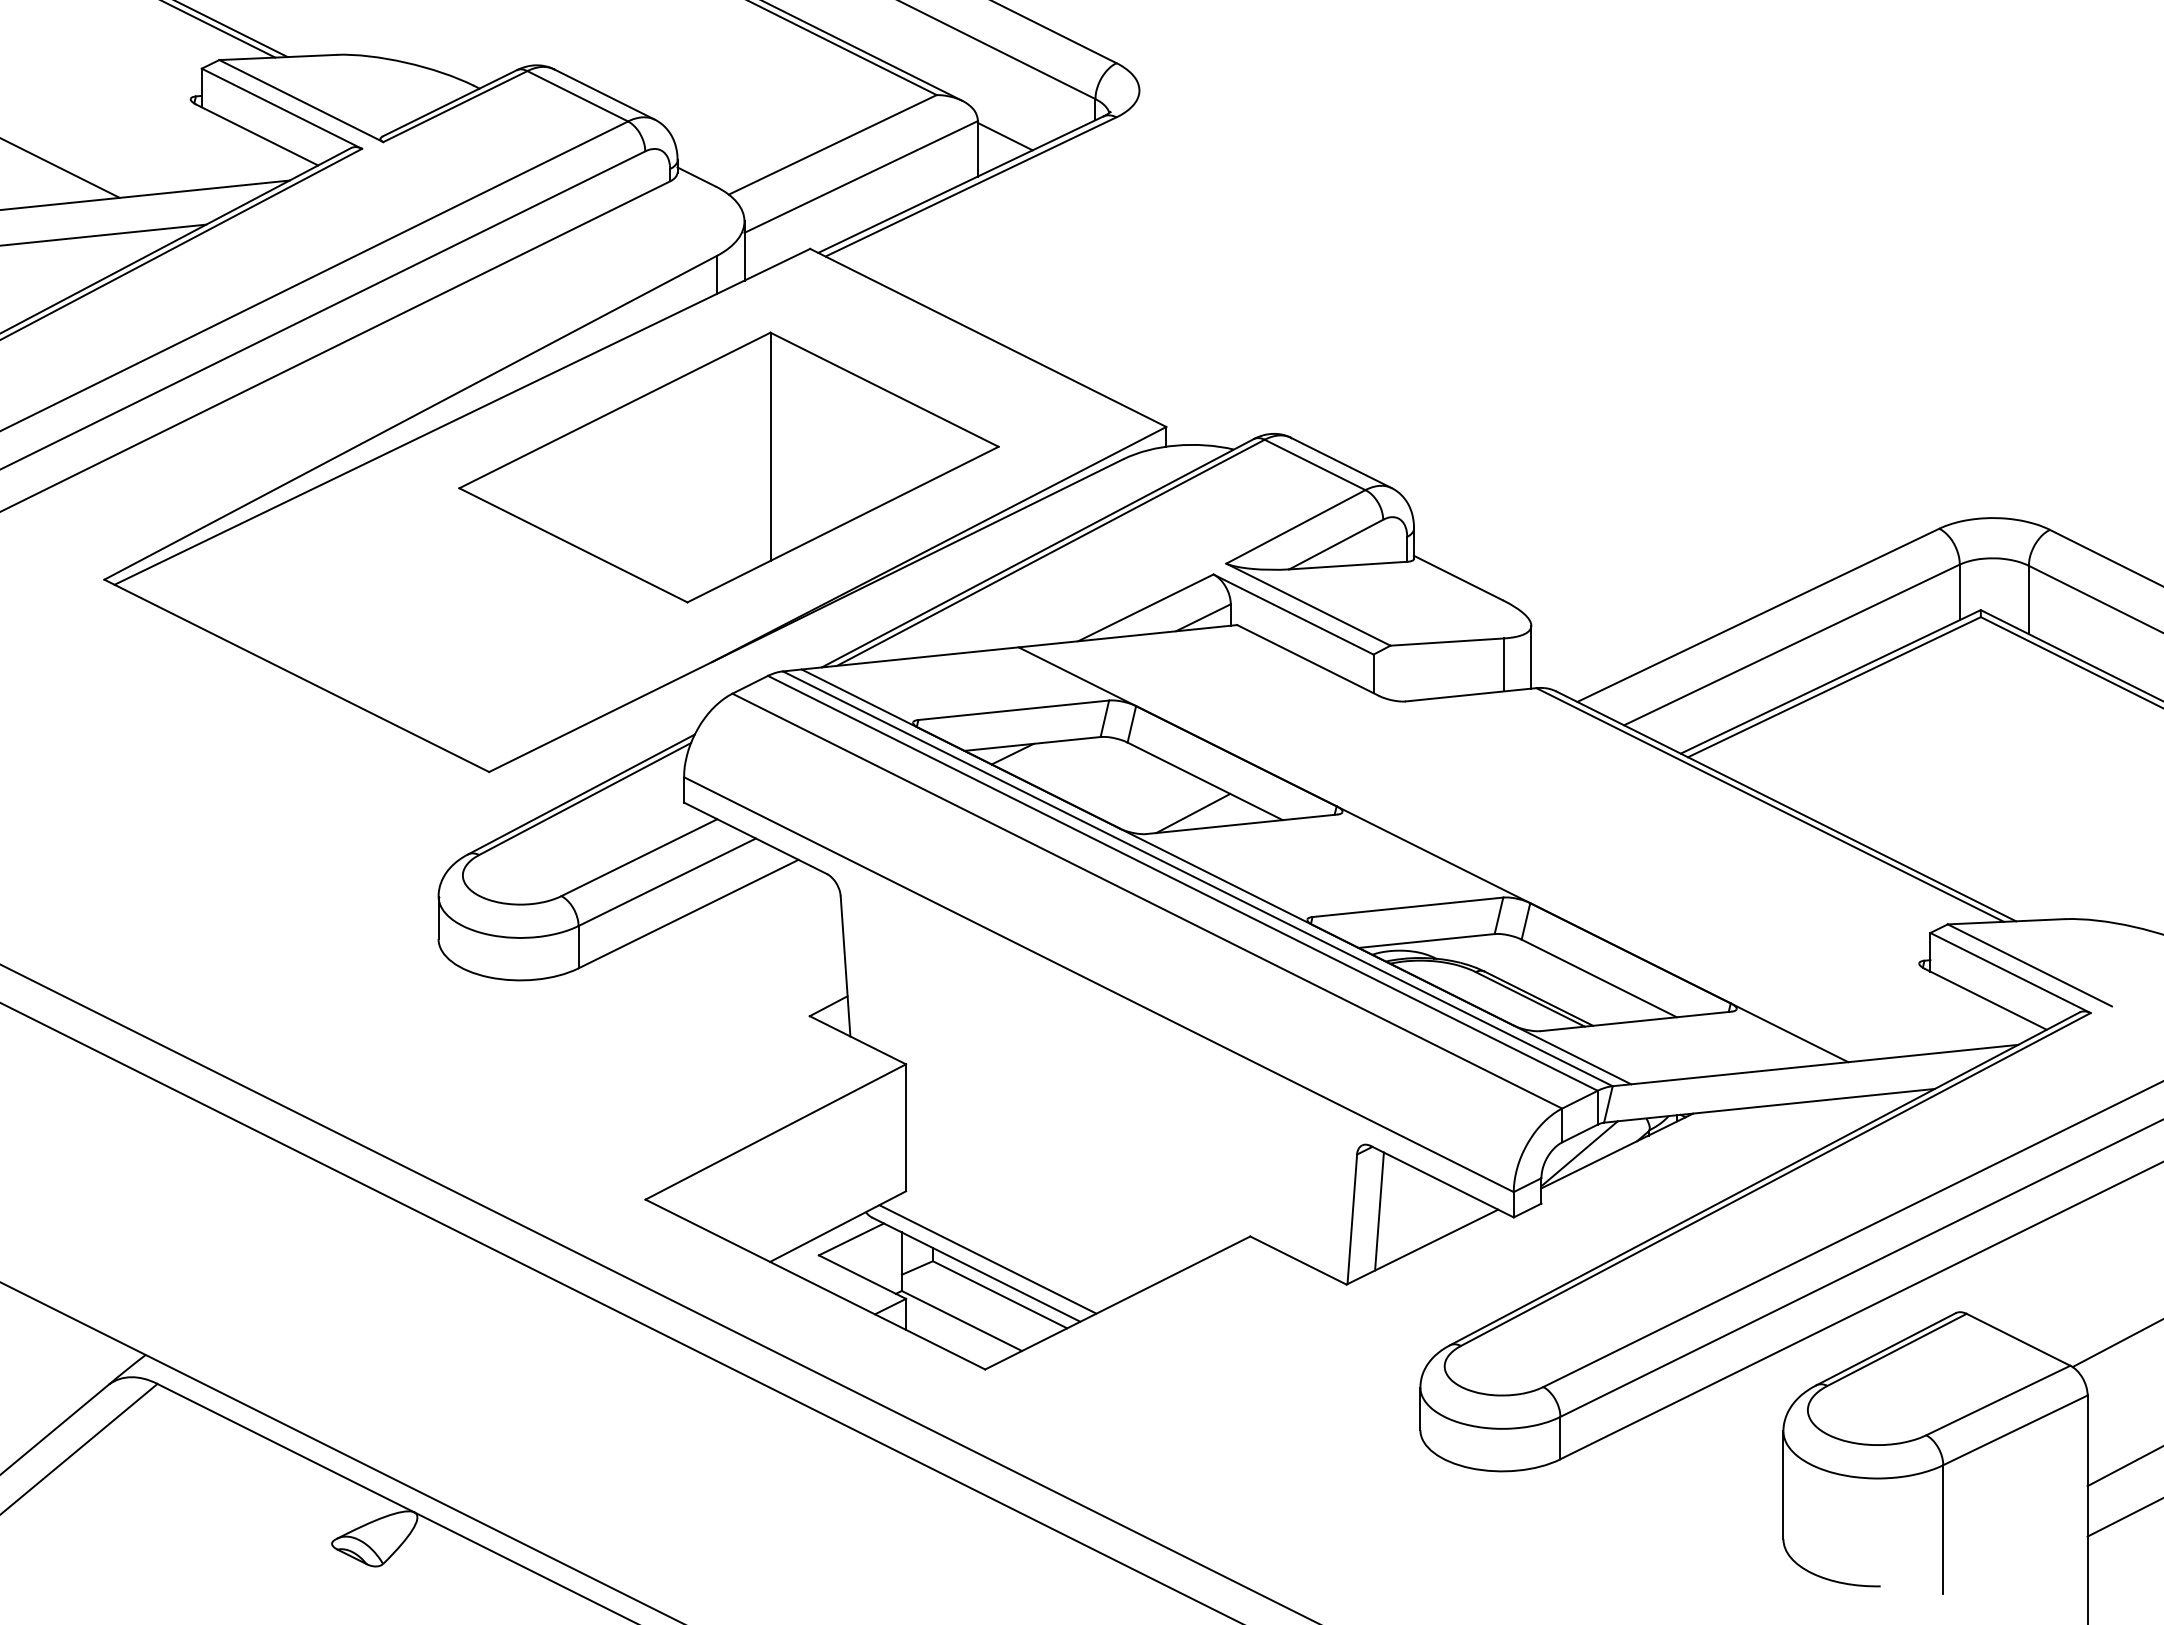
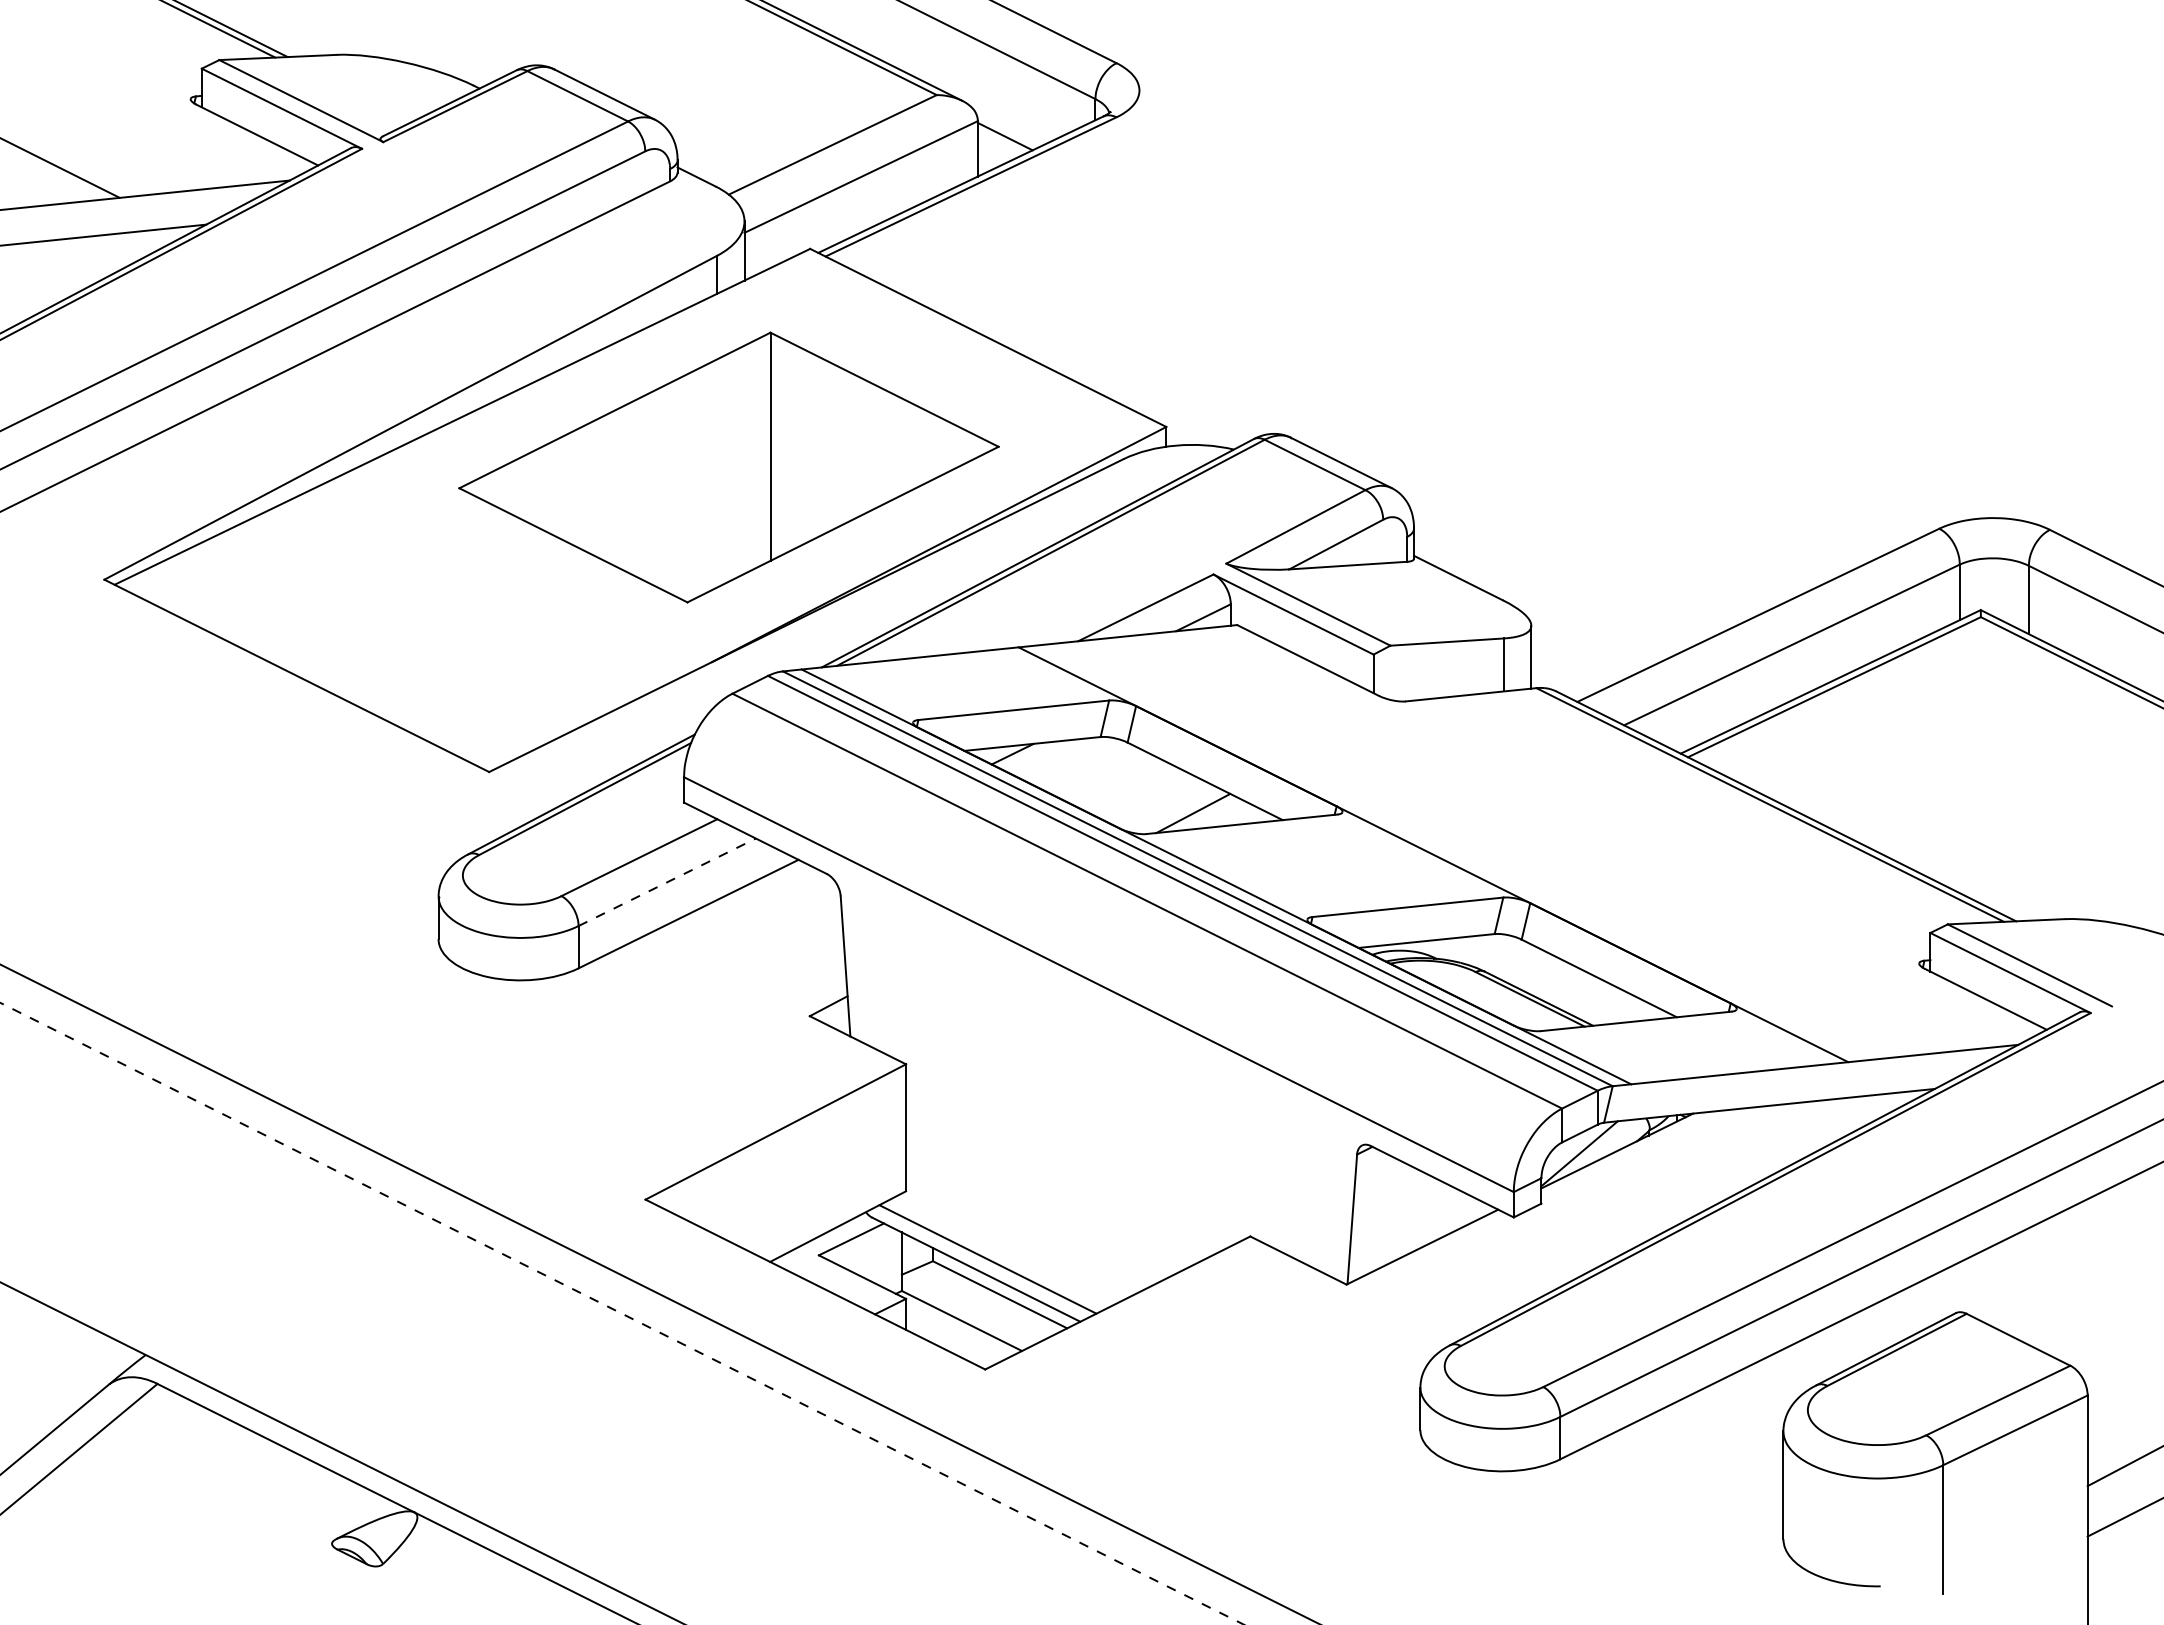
line at (667, 882): solid -> dashed
line at (1379, 1211): present -> none
line at (621, 1313): solid -> dashed
line at (2116, 1343): present -> none
